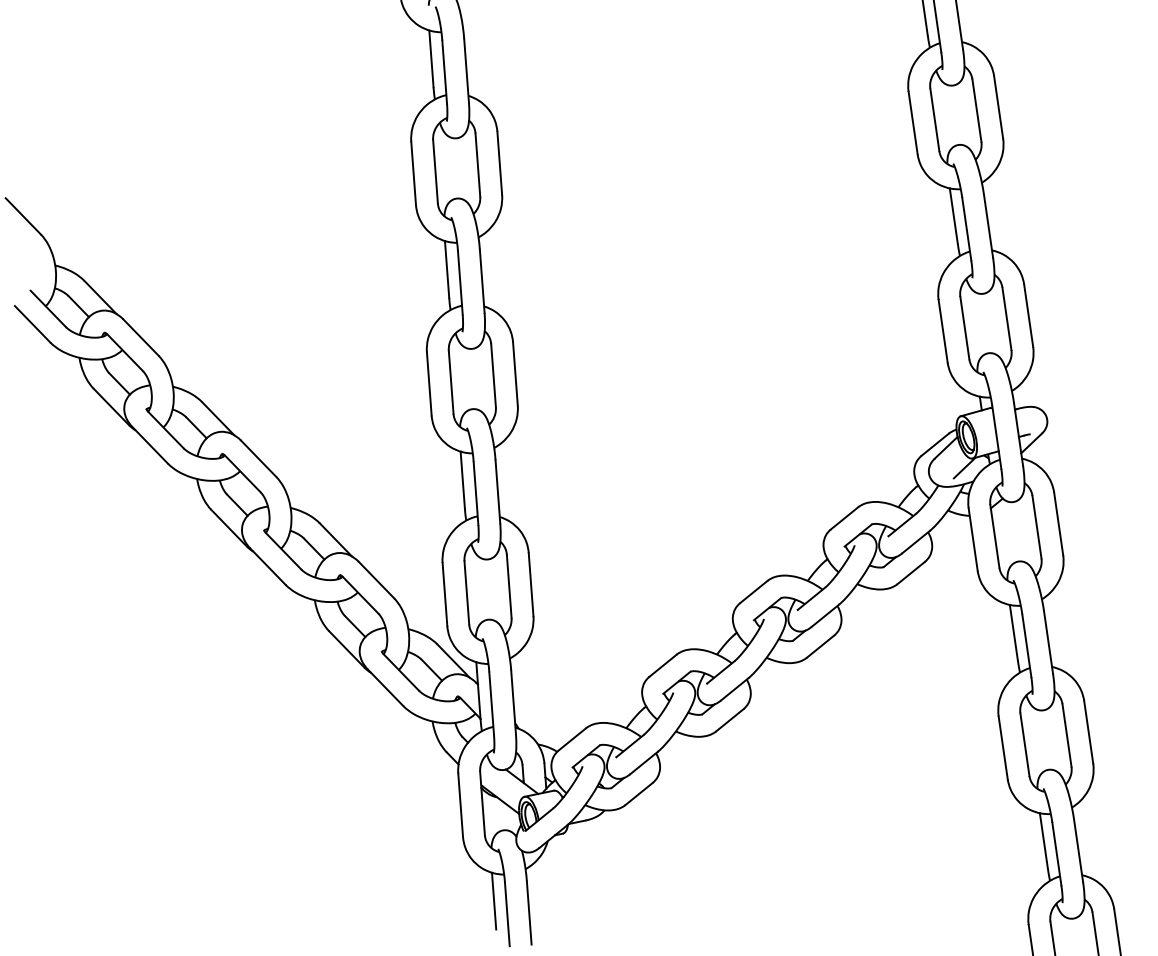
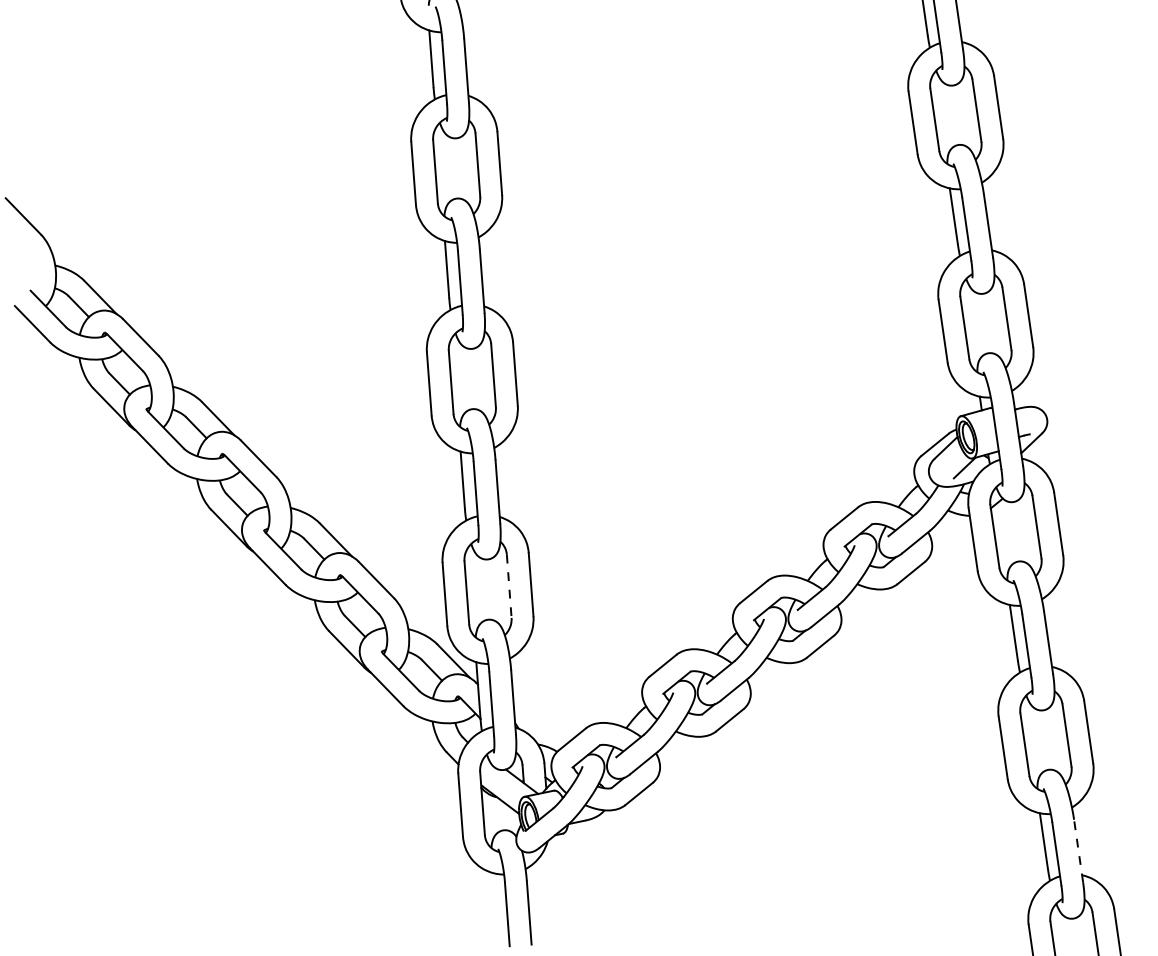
line at (509, 586): solid -> dashed
line at (1078, 851): solid -> dashed
line at (493, 900): present -> none
